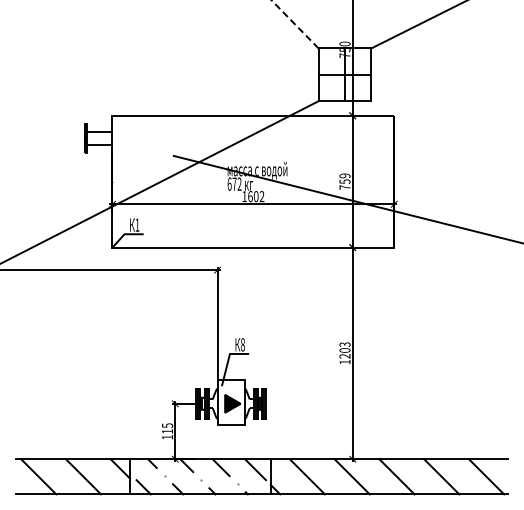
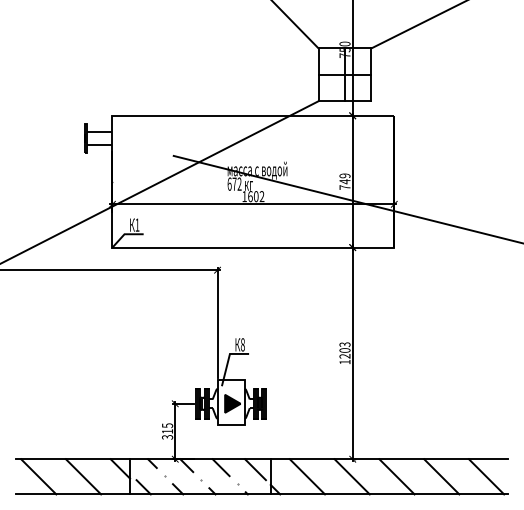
line at (294, 24): dashed -> solid
text at (344, 181): 759 -> 749
text at (167, 437): 115 -> 315
